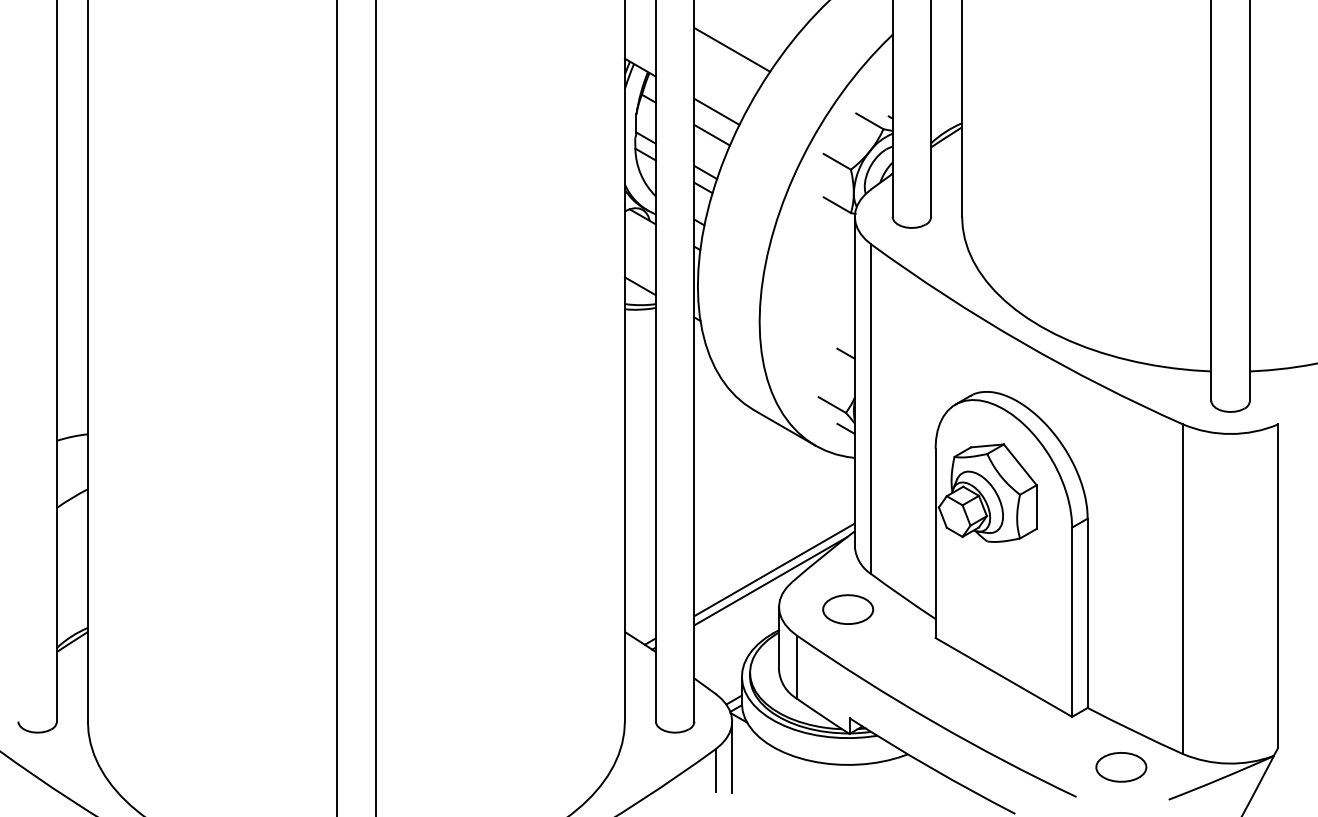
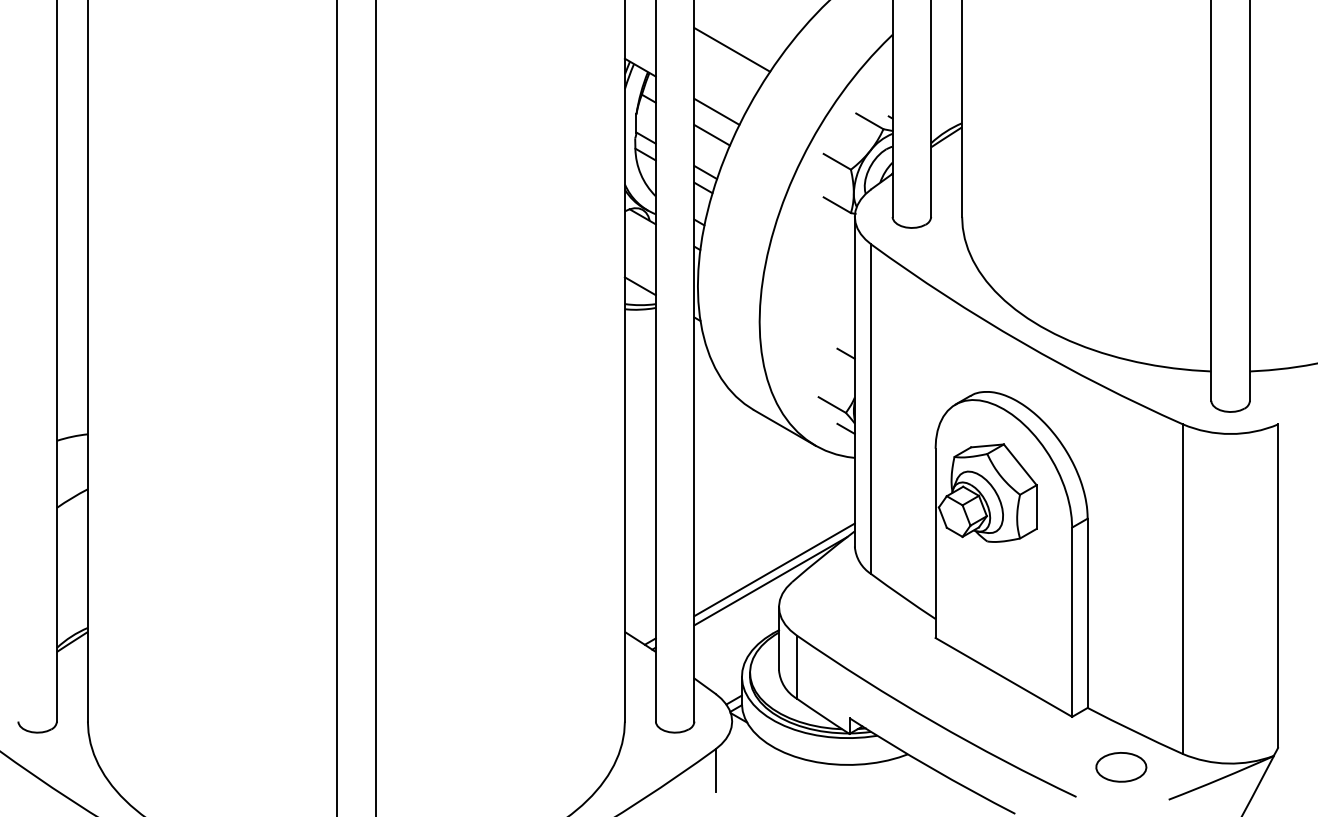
part at (848, 609): present -> none
line at (732, 756): present -> none
